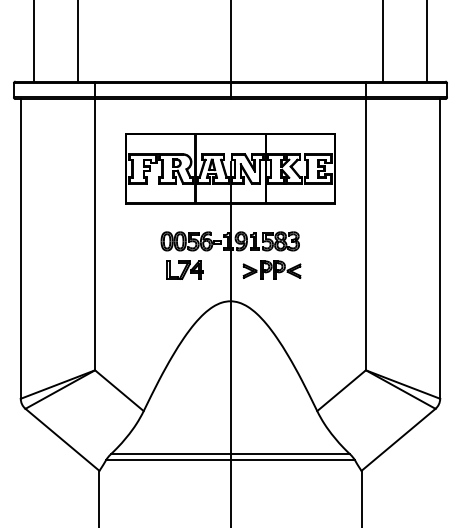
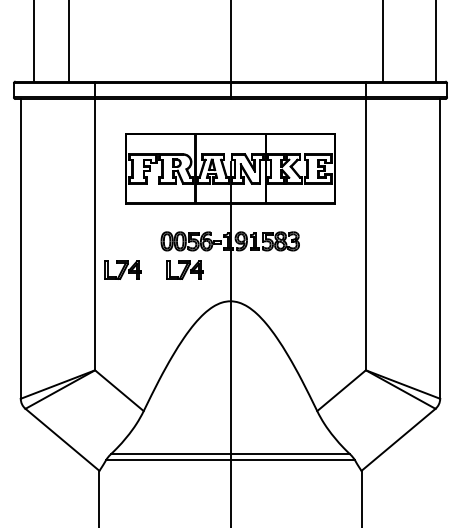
line at (77, 41) position: (77, 41) -> (68, 41)
line at (427, 41) position: (427, 41) -> (436, 41)
part at (122, 269): none -> present
part at (271, 269): present -> none
